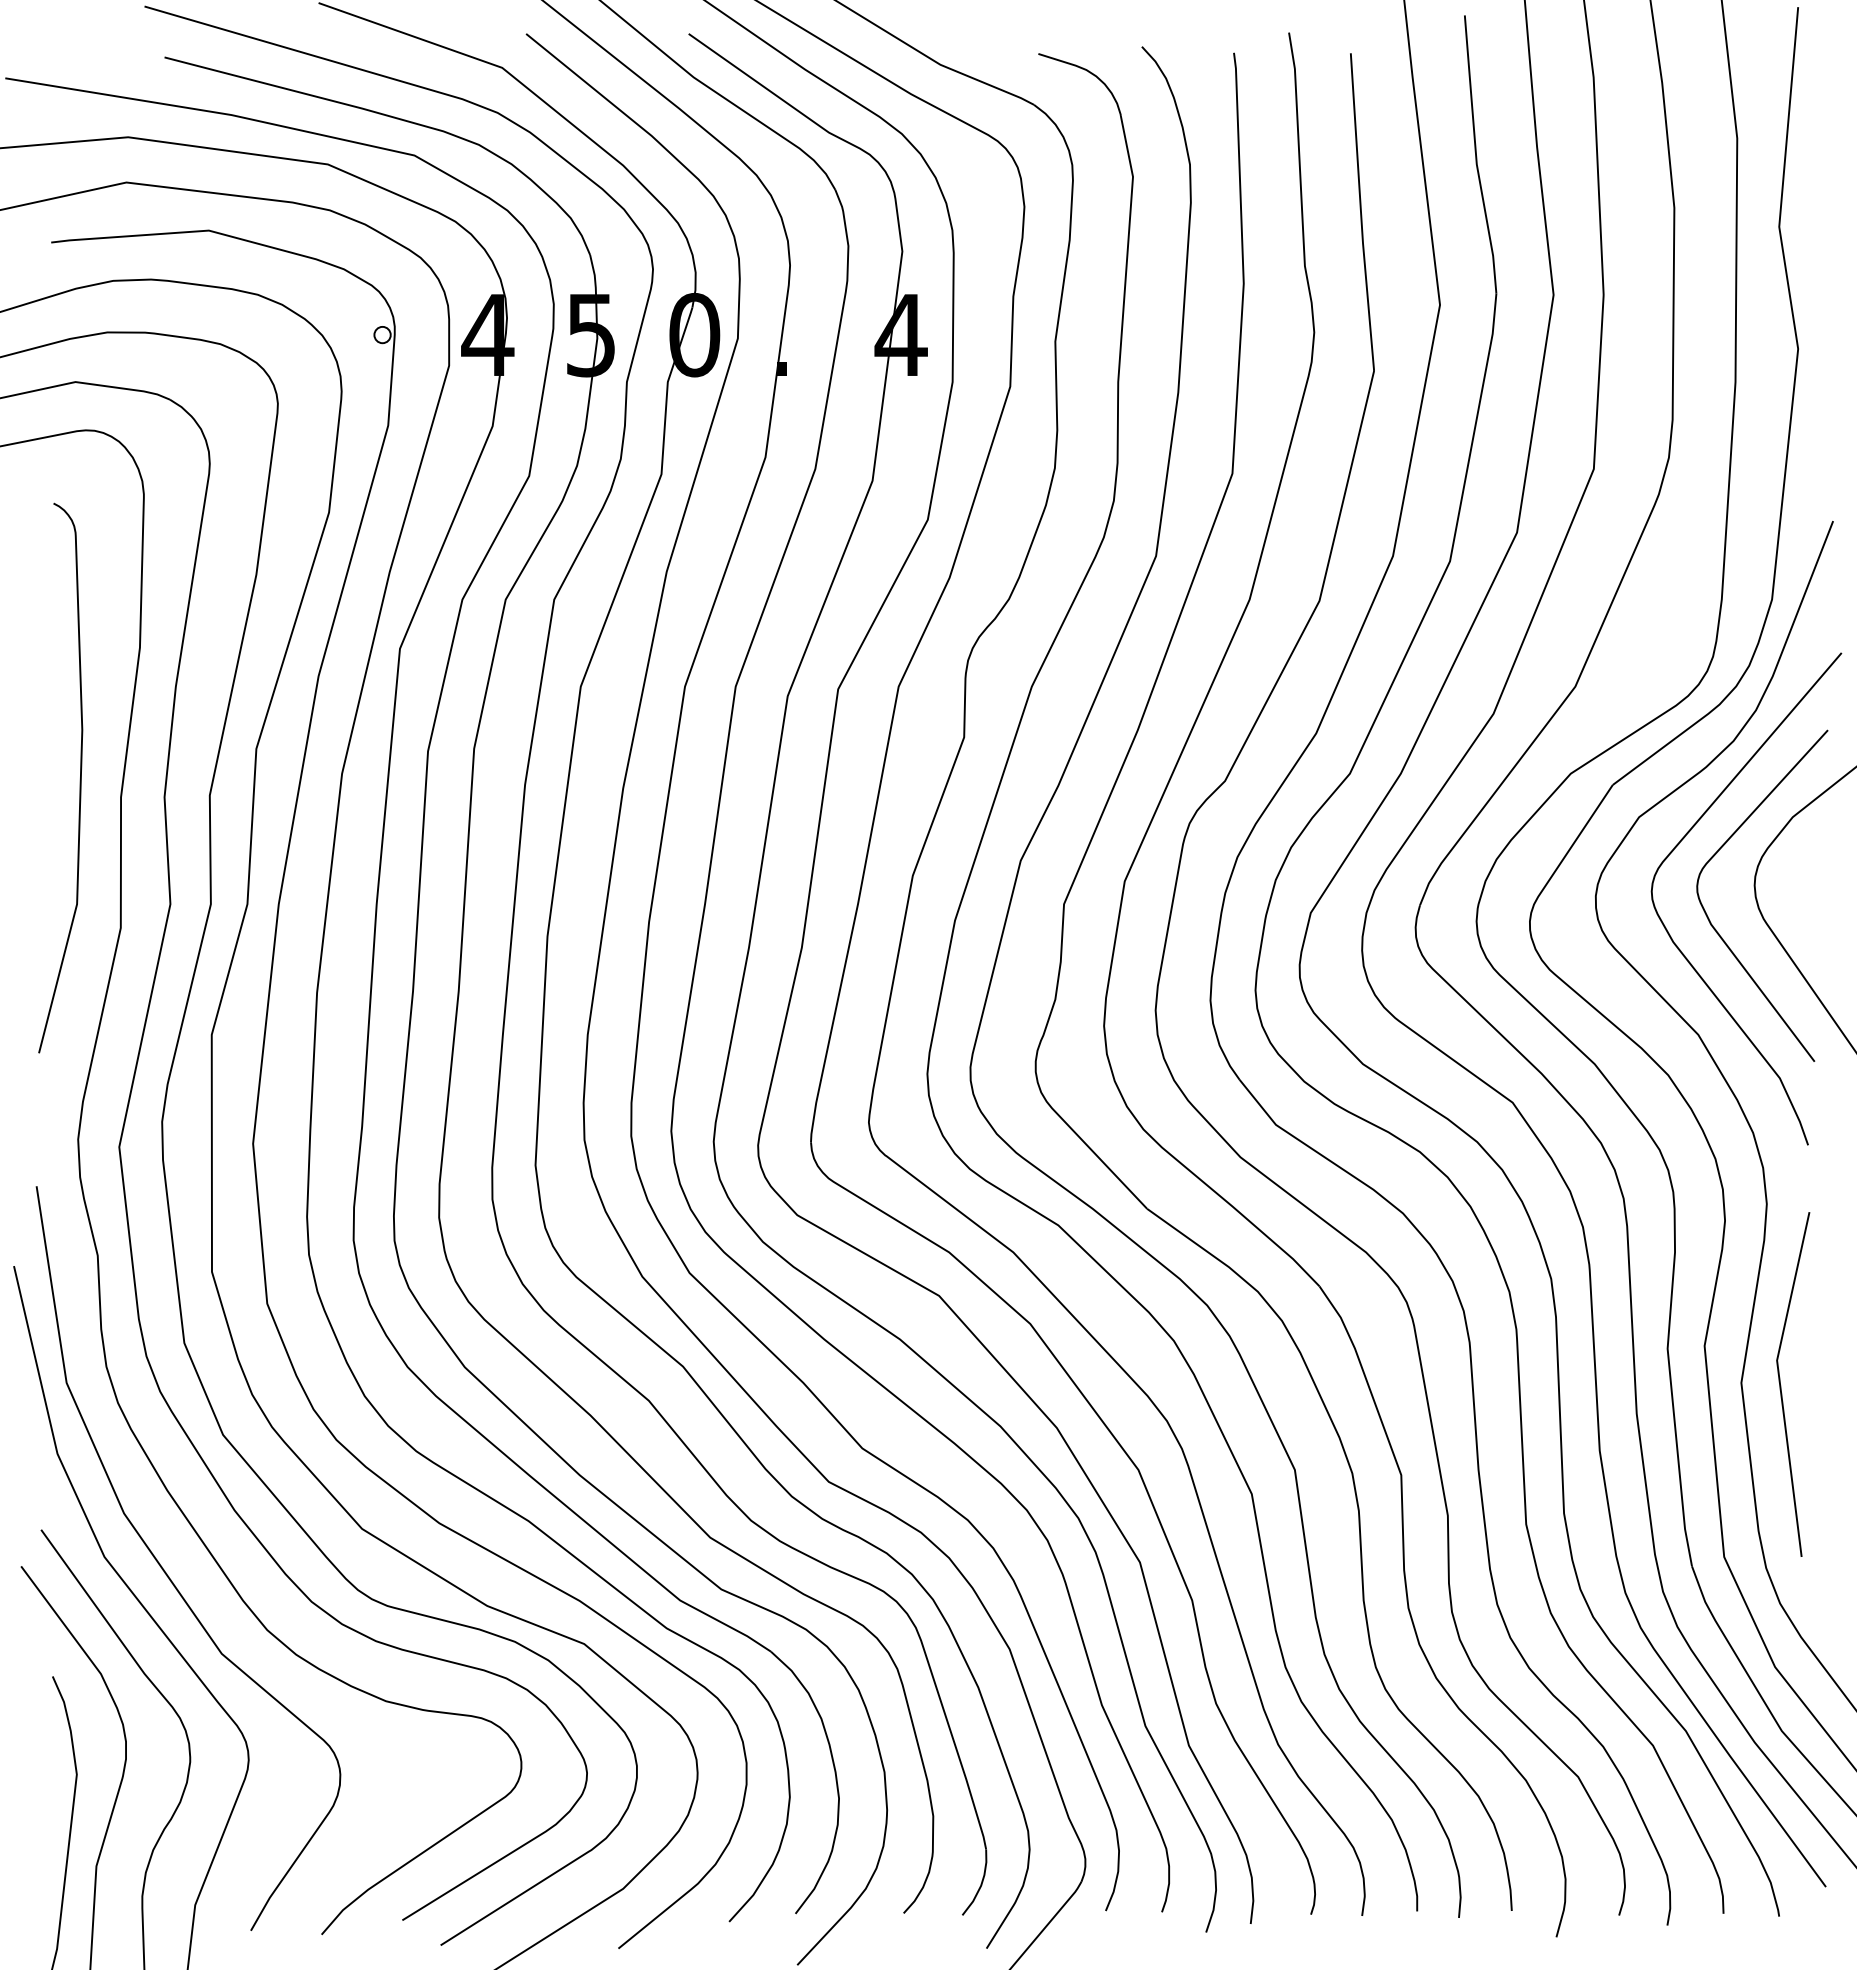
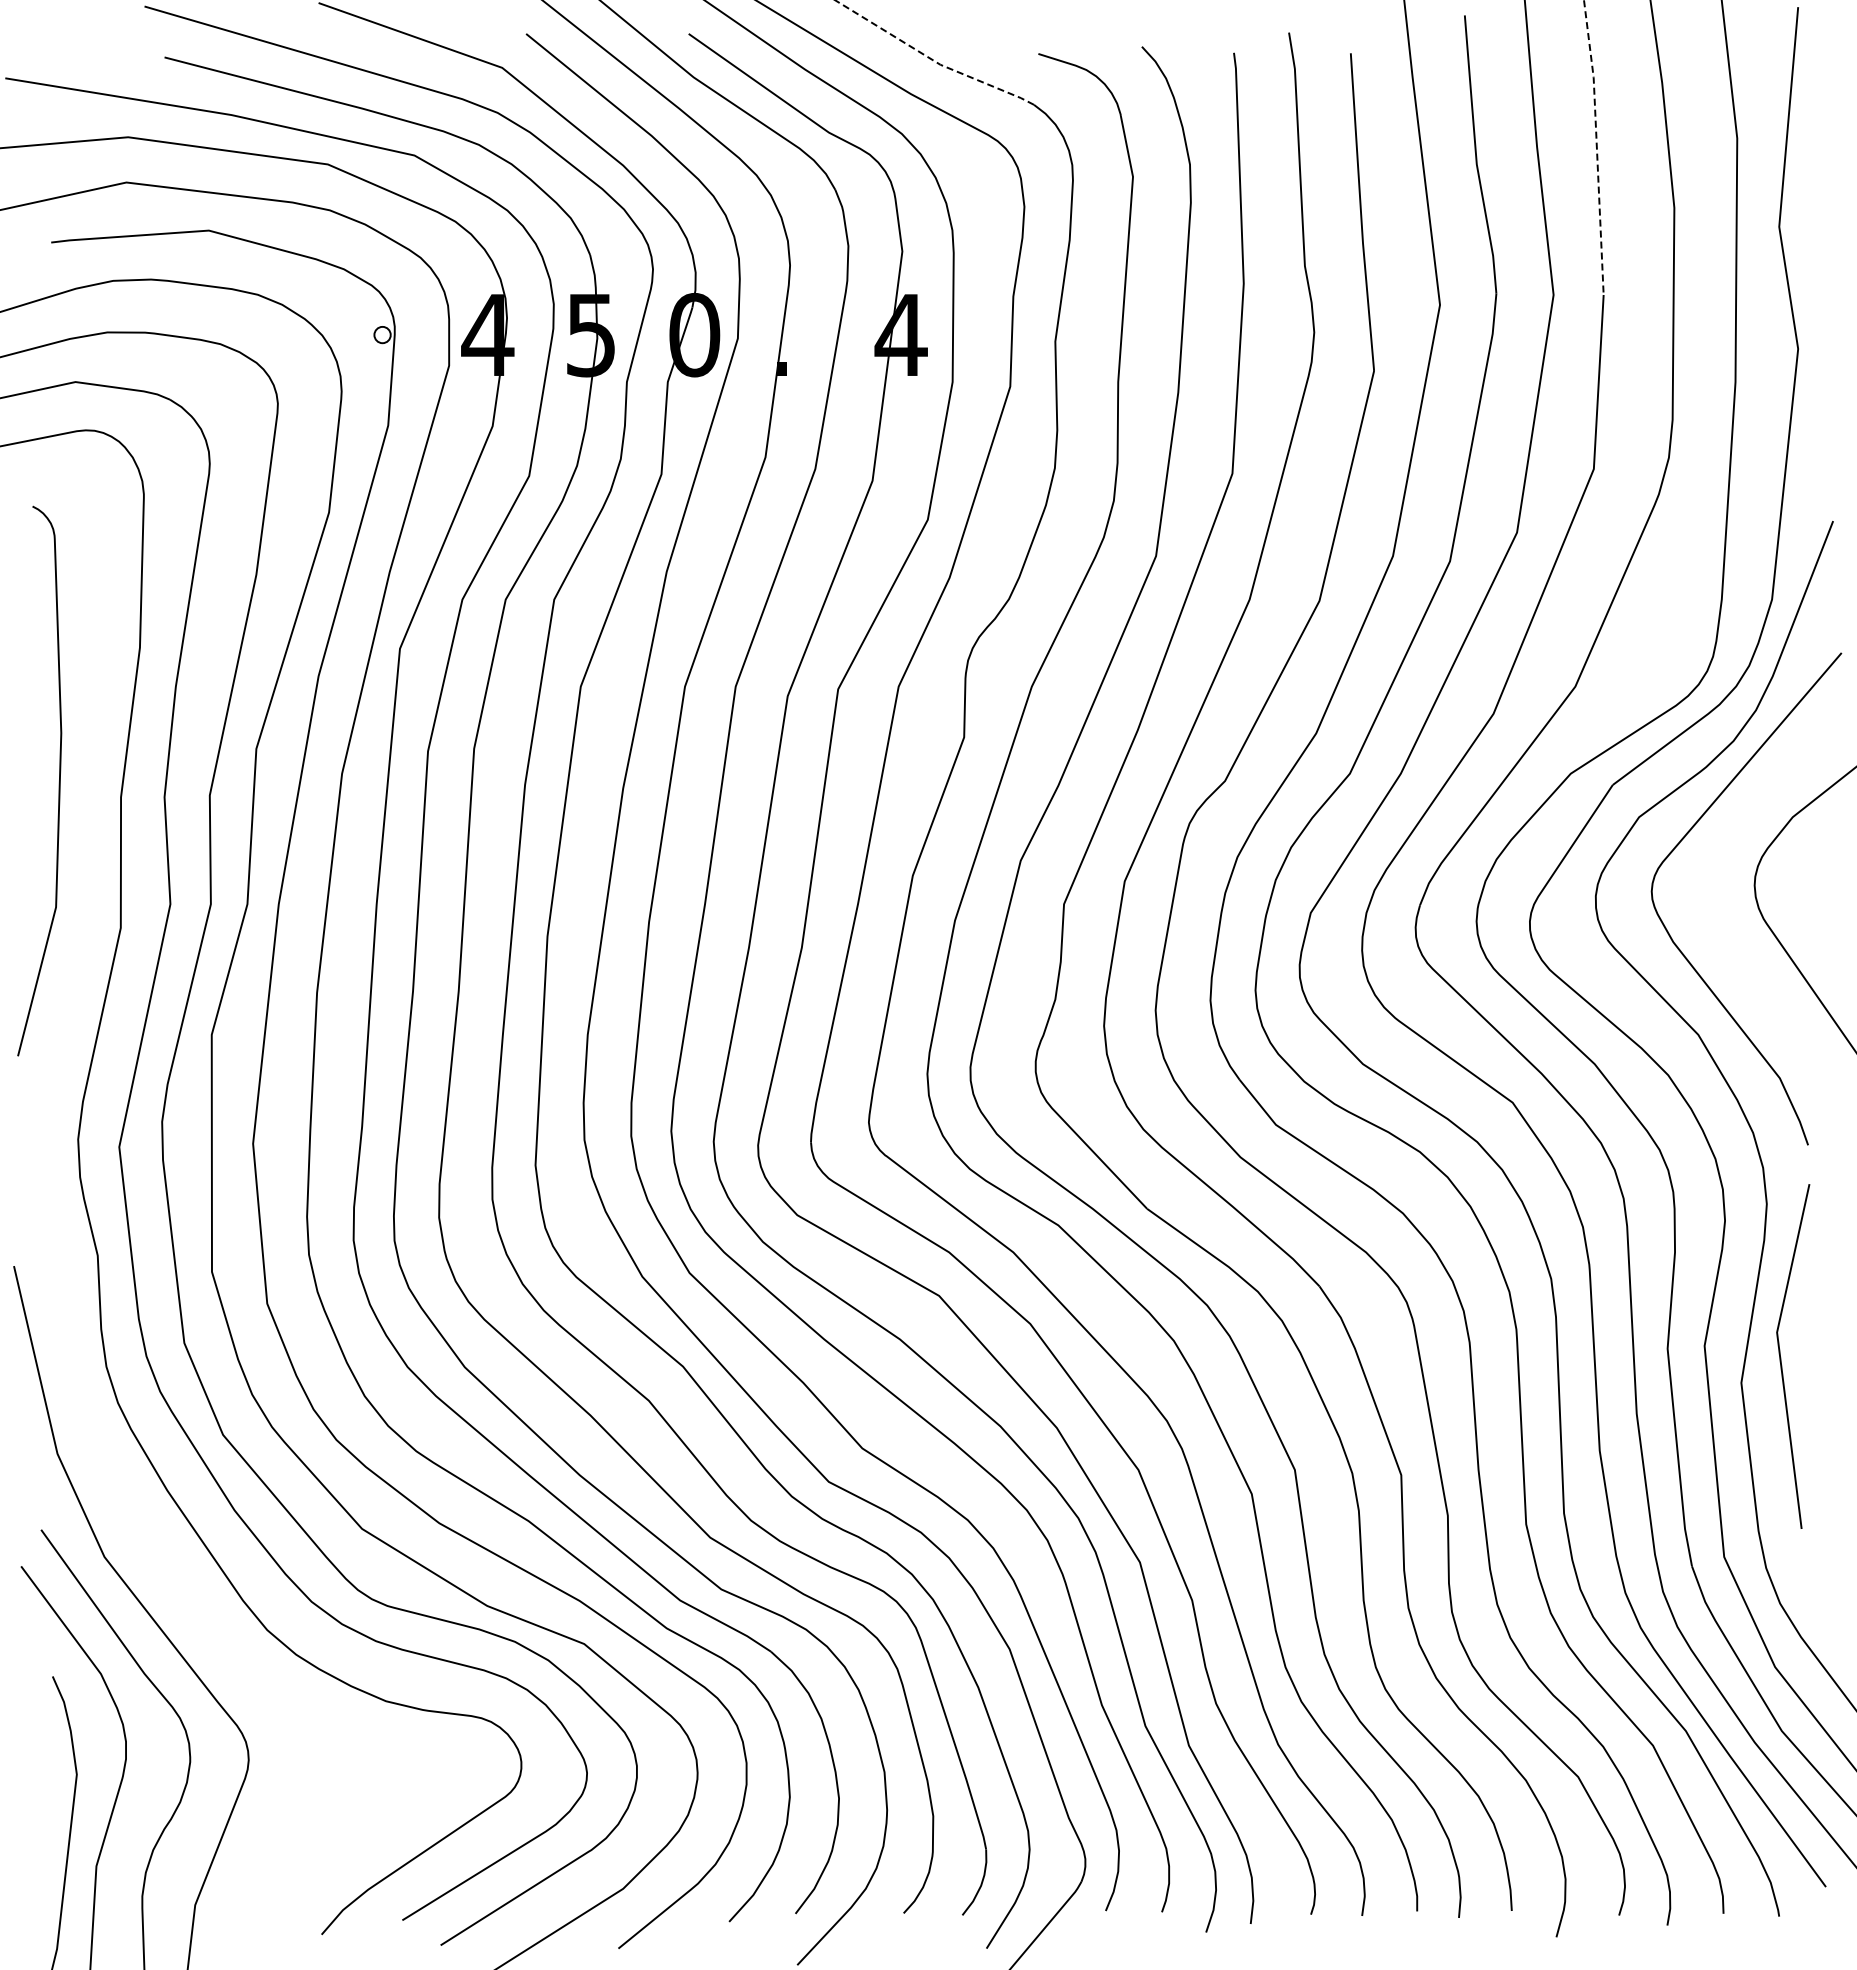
line at (932, 60): solid -> dashed
line at (1596, 147): solid -> dashed
curve at (79, 779) position: (79, 779) -> (58, 782)
curve at (1716, 929): present -> none
line at (1781, 1385) position: (1781, 1385) -> (1781, 1357)
curve at (166, 1572): present -> none
